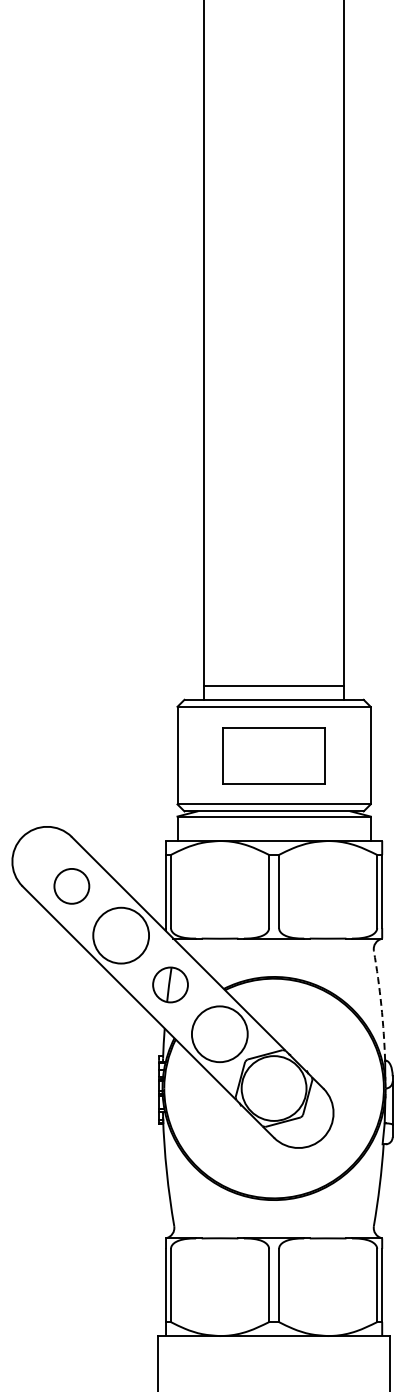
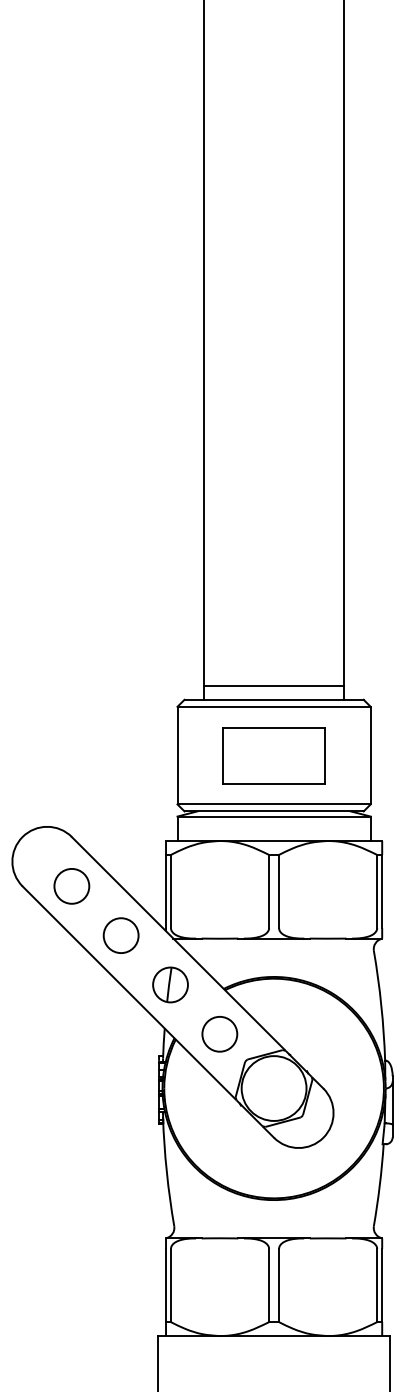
circle at (121, 935) diameter: 56 px -> 35 px
arc at (381, 1005): dashed -> solid
circle at (219, 1034) diameter: 56 px -> 35 px
